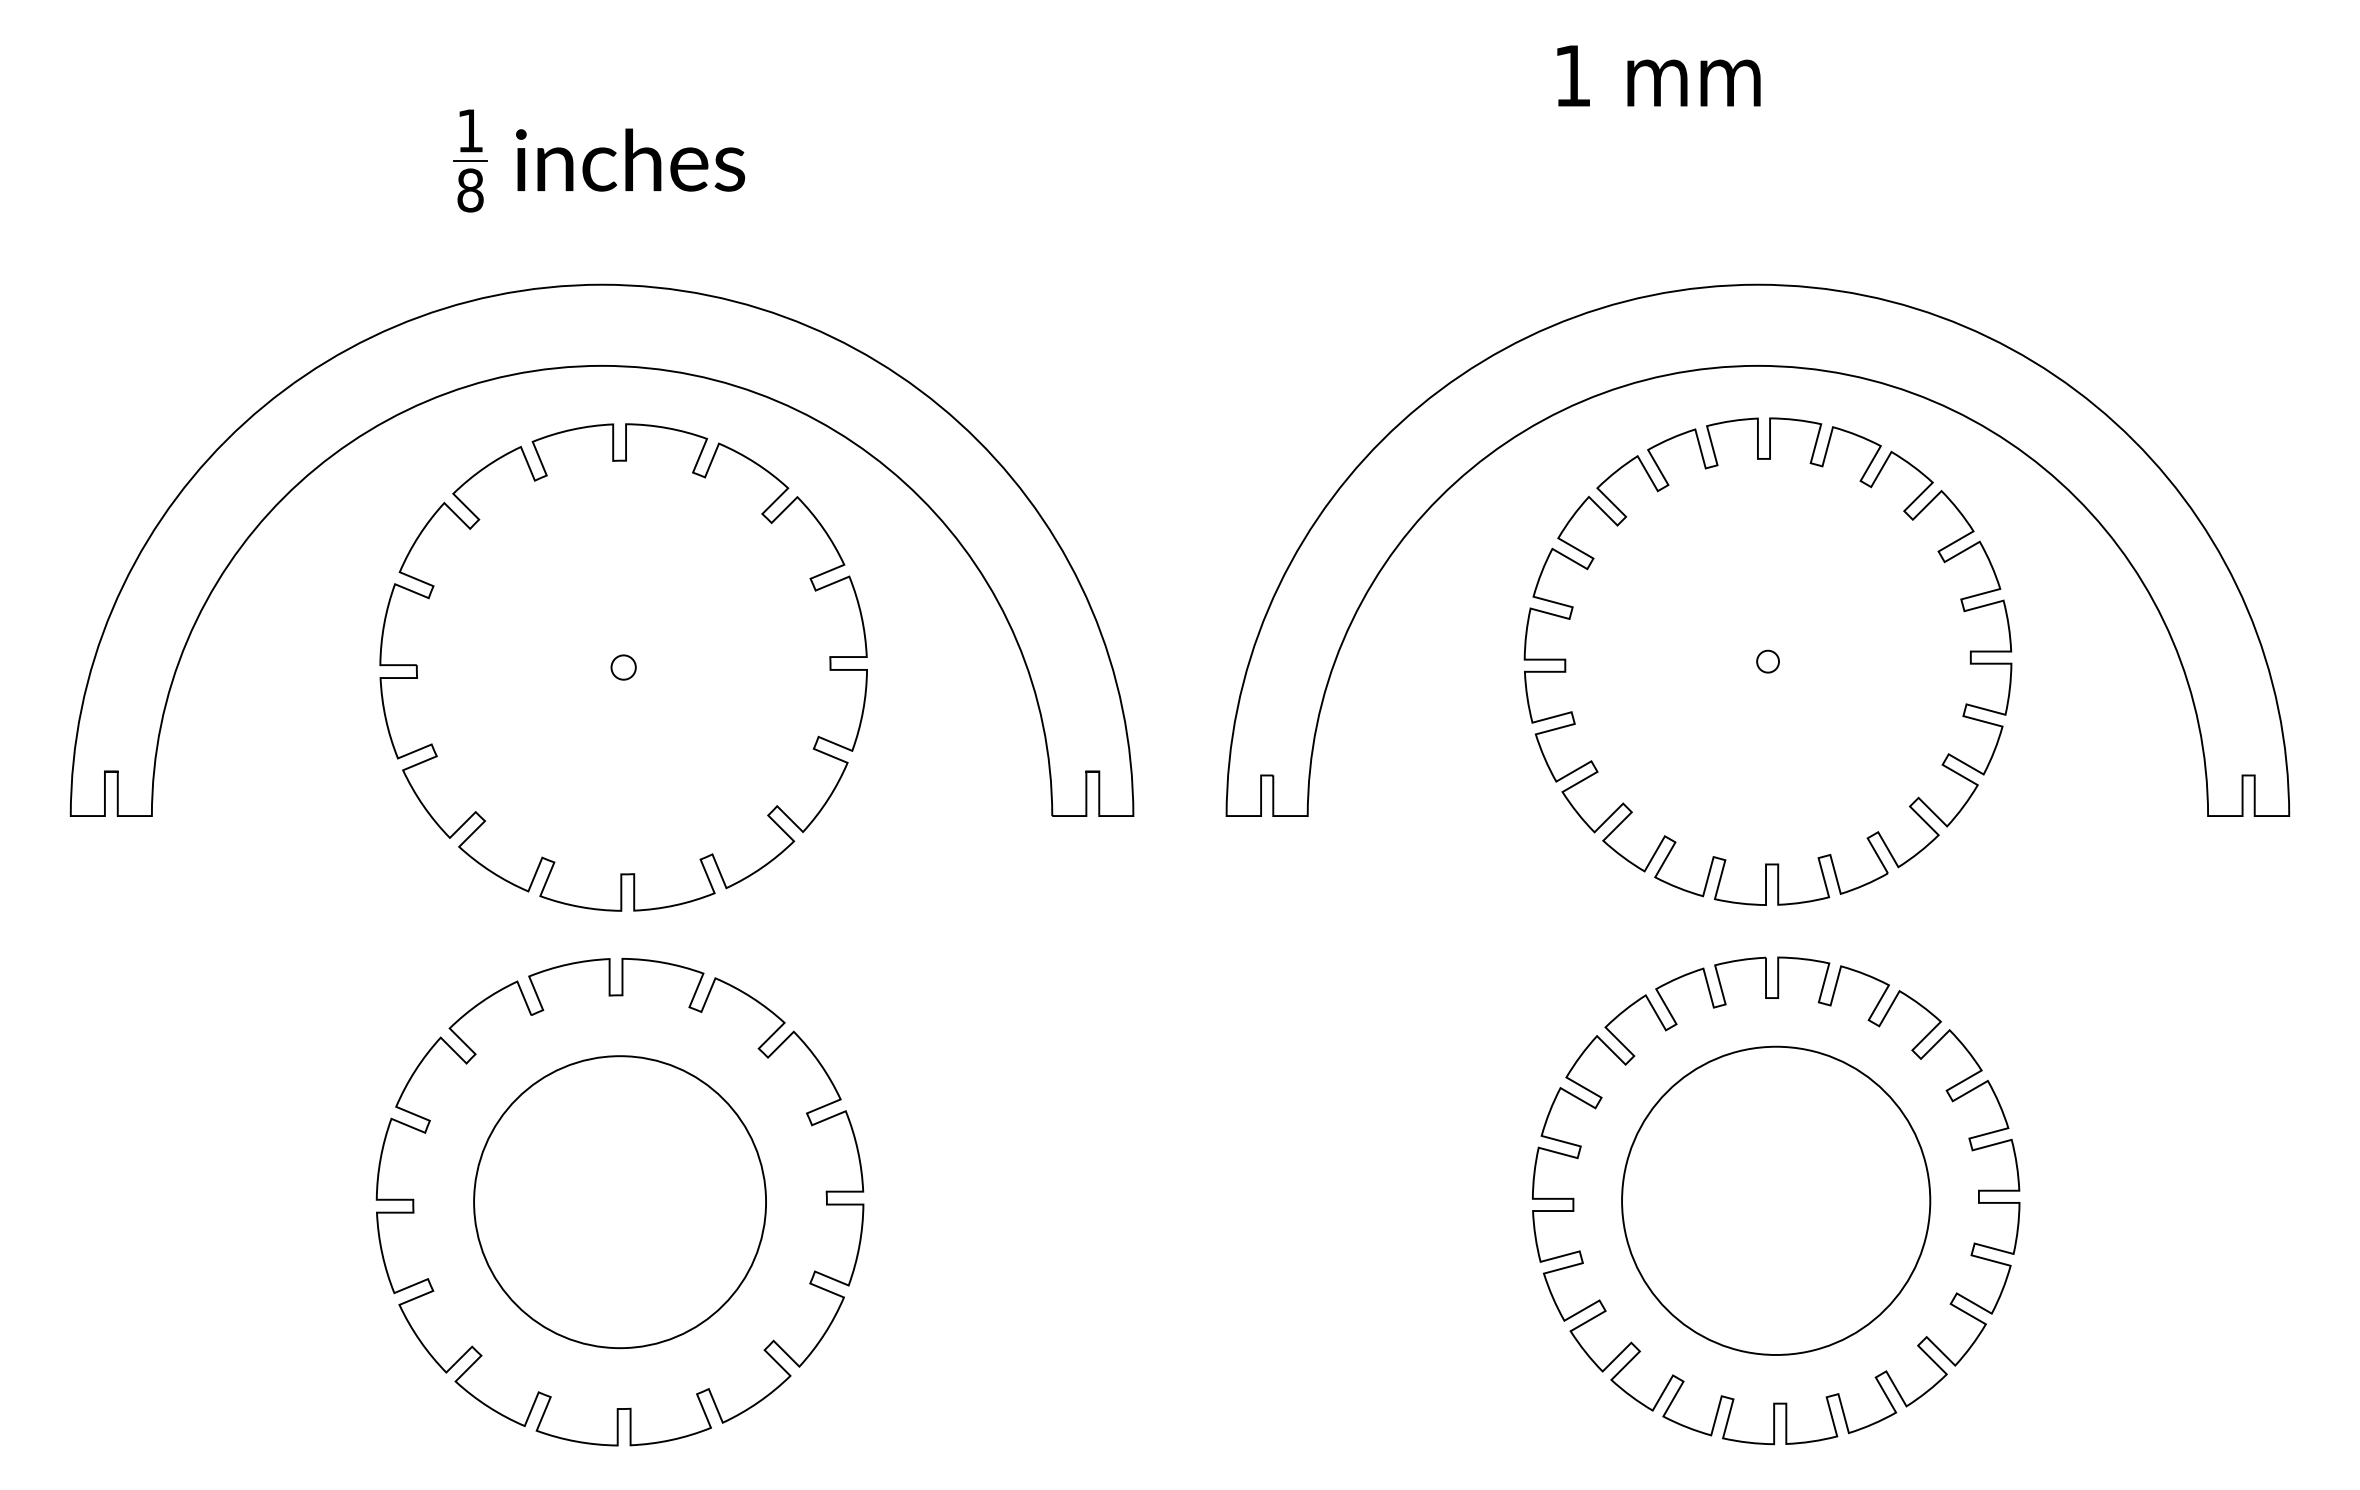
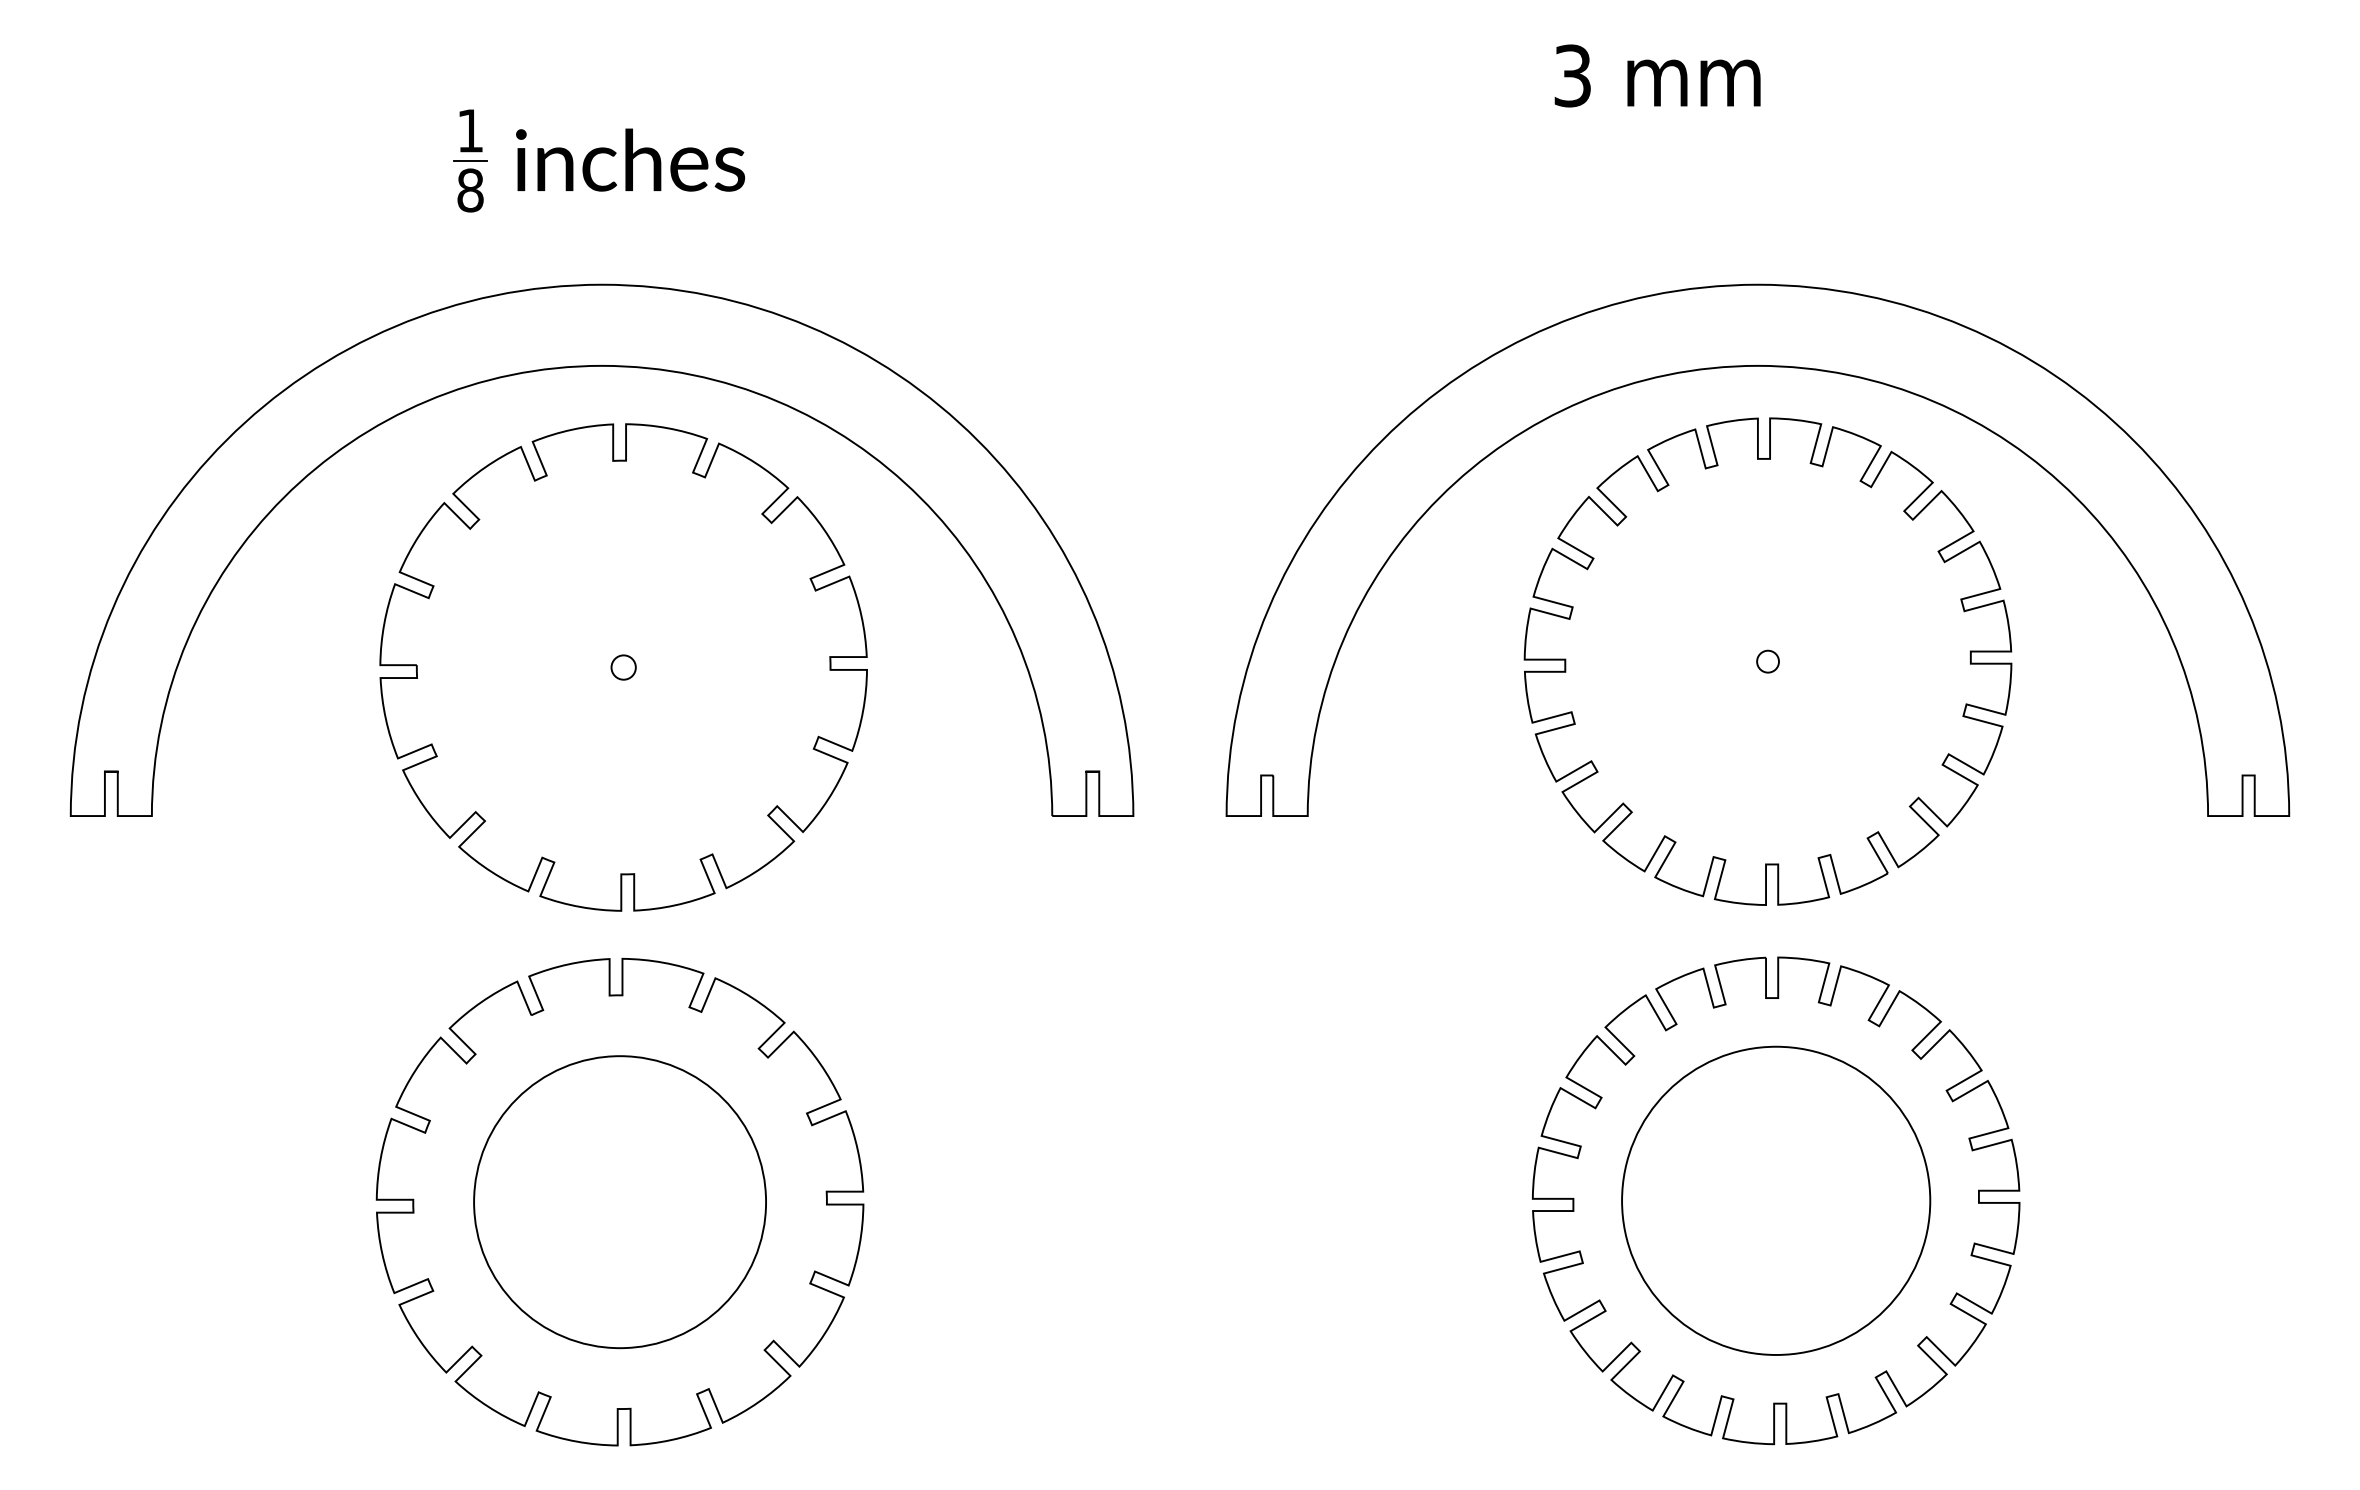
text at (1572, 75): 1 -> 3
